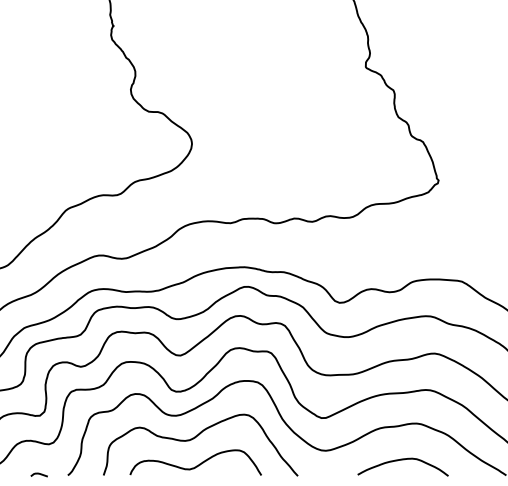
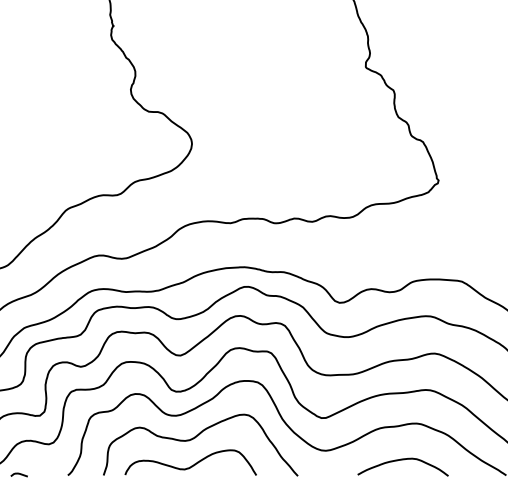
curve at (196, 465) position: (196, 465) -> (191, 465)
curve at (38, 474) position: (38, 474) -> (18, 474)
